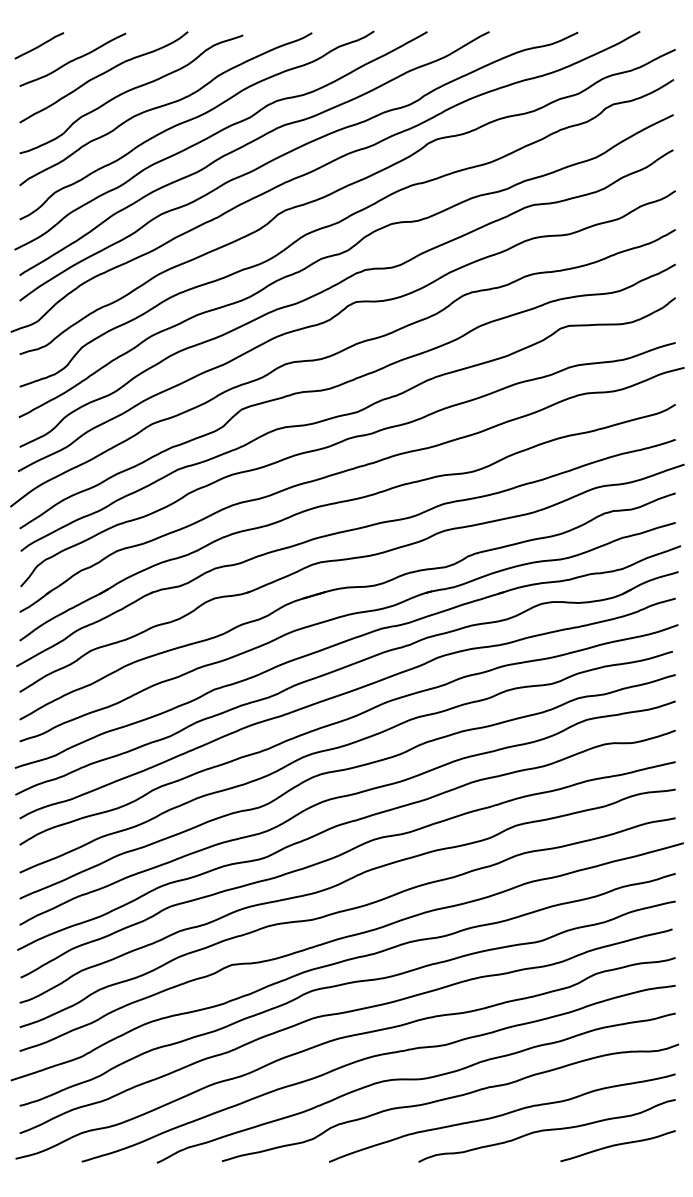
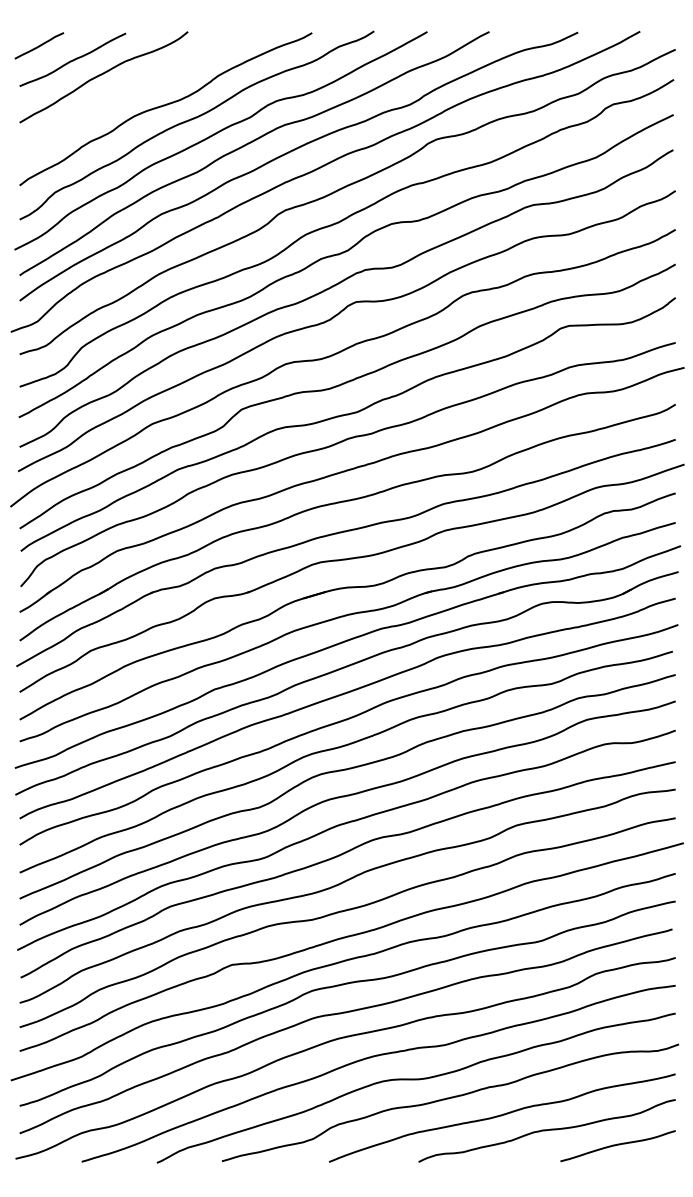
curve at (129, 91): present -> none
